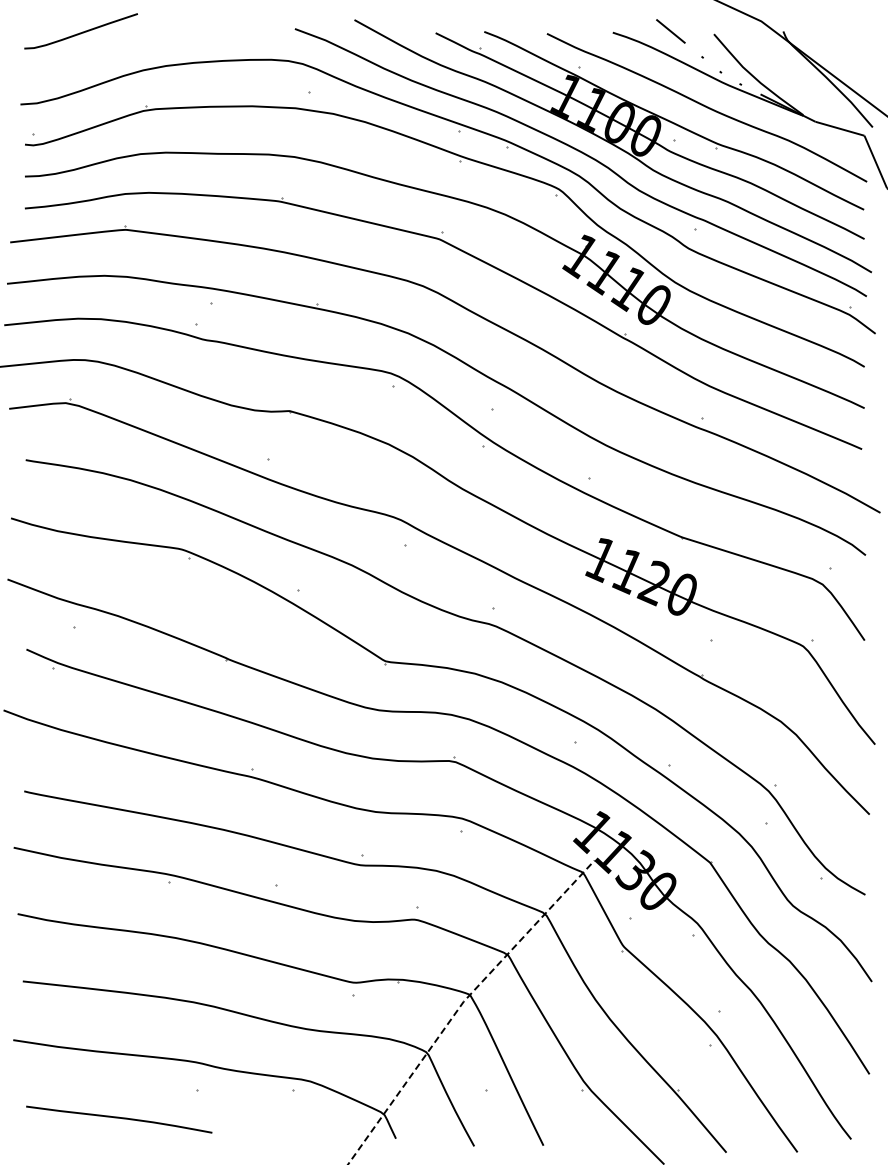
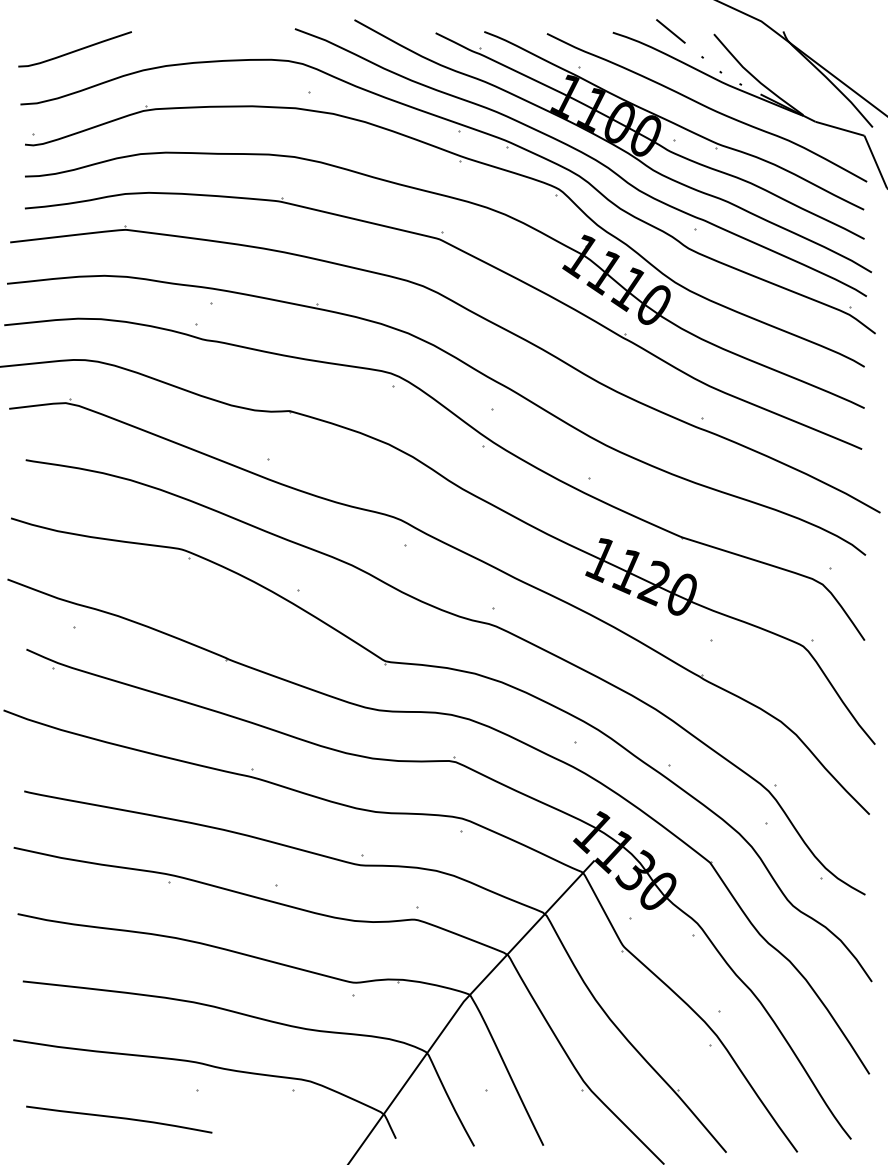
curve at (80, 32) position: (80, 32) -> (74, 50)
line at (462, 1004): dashed -> solid
